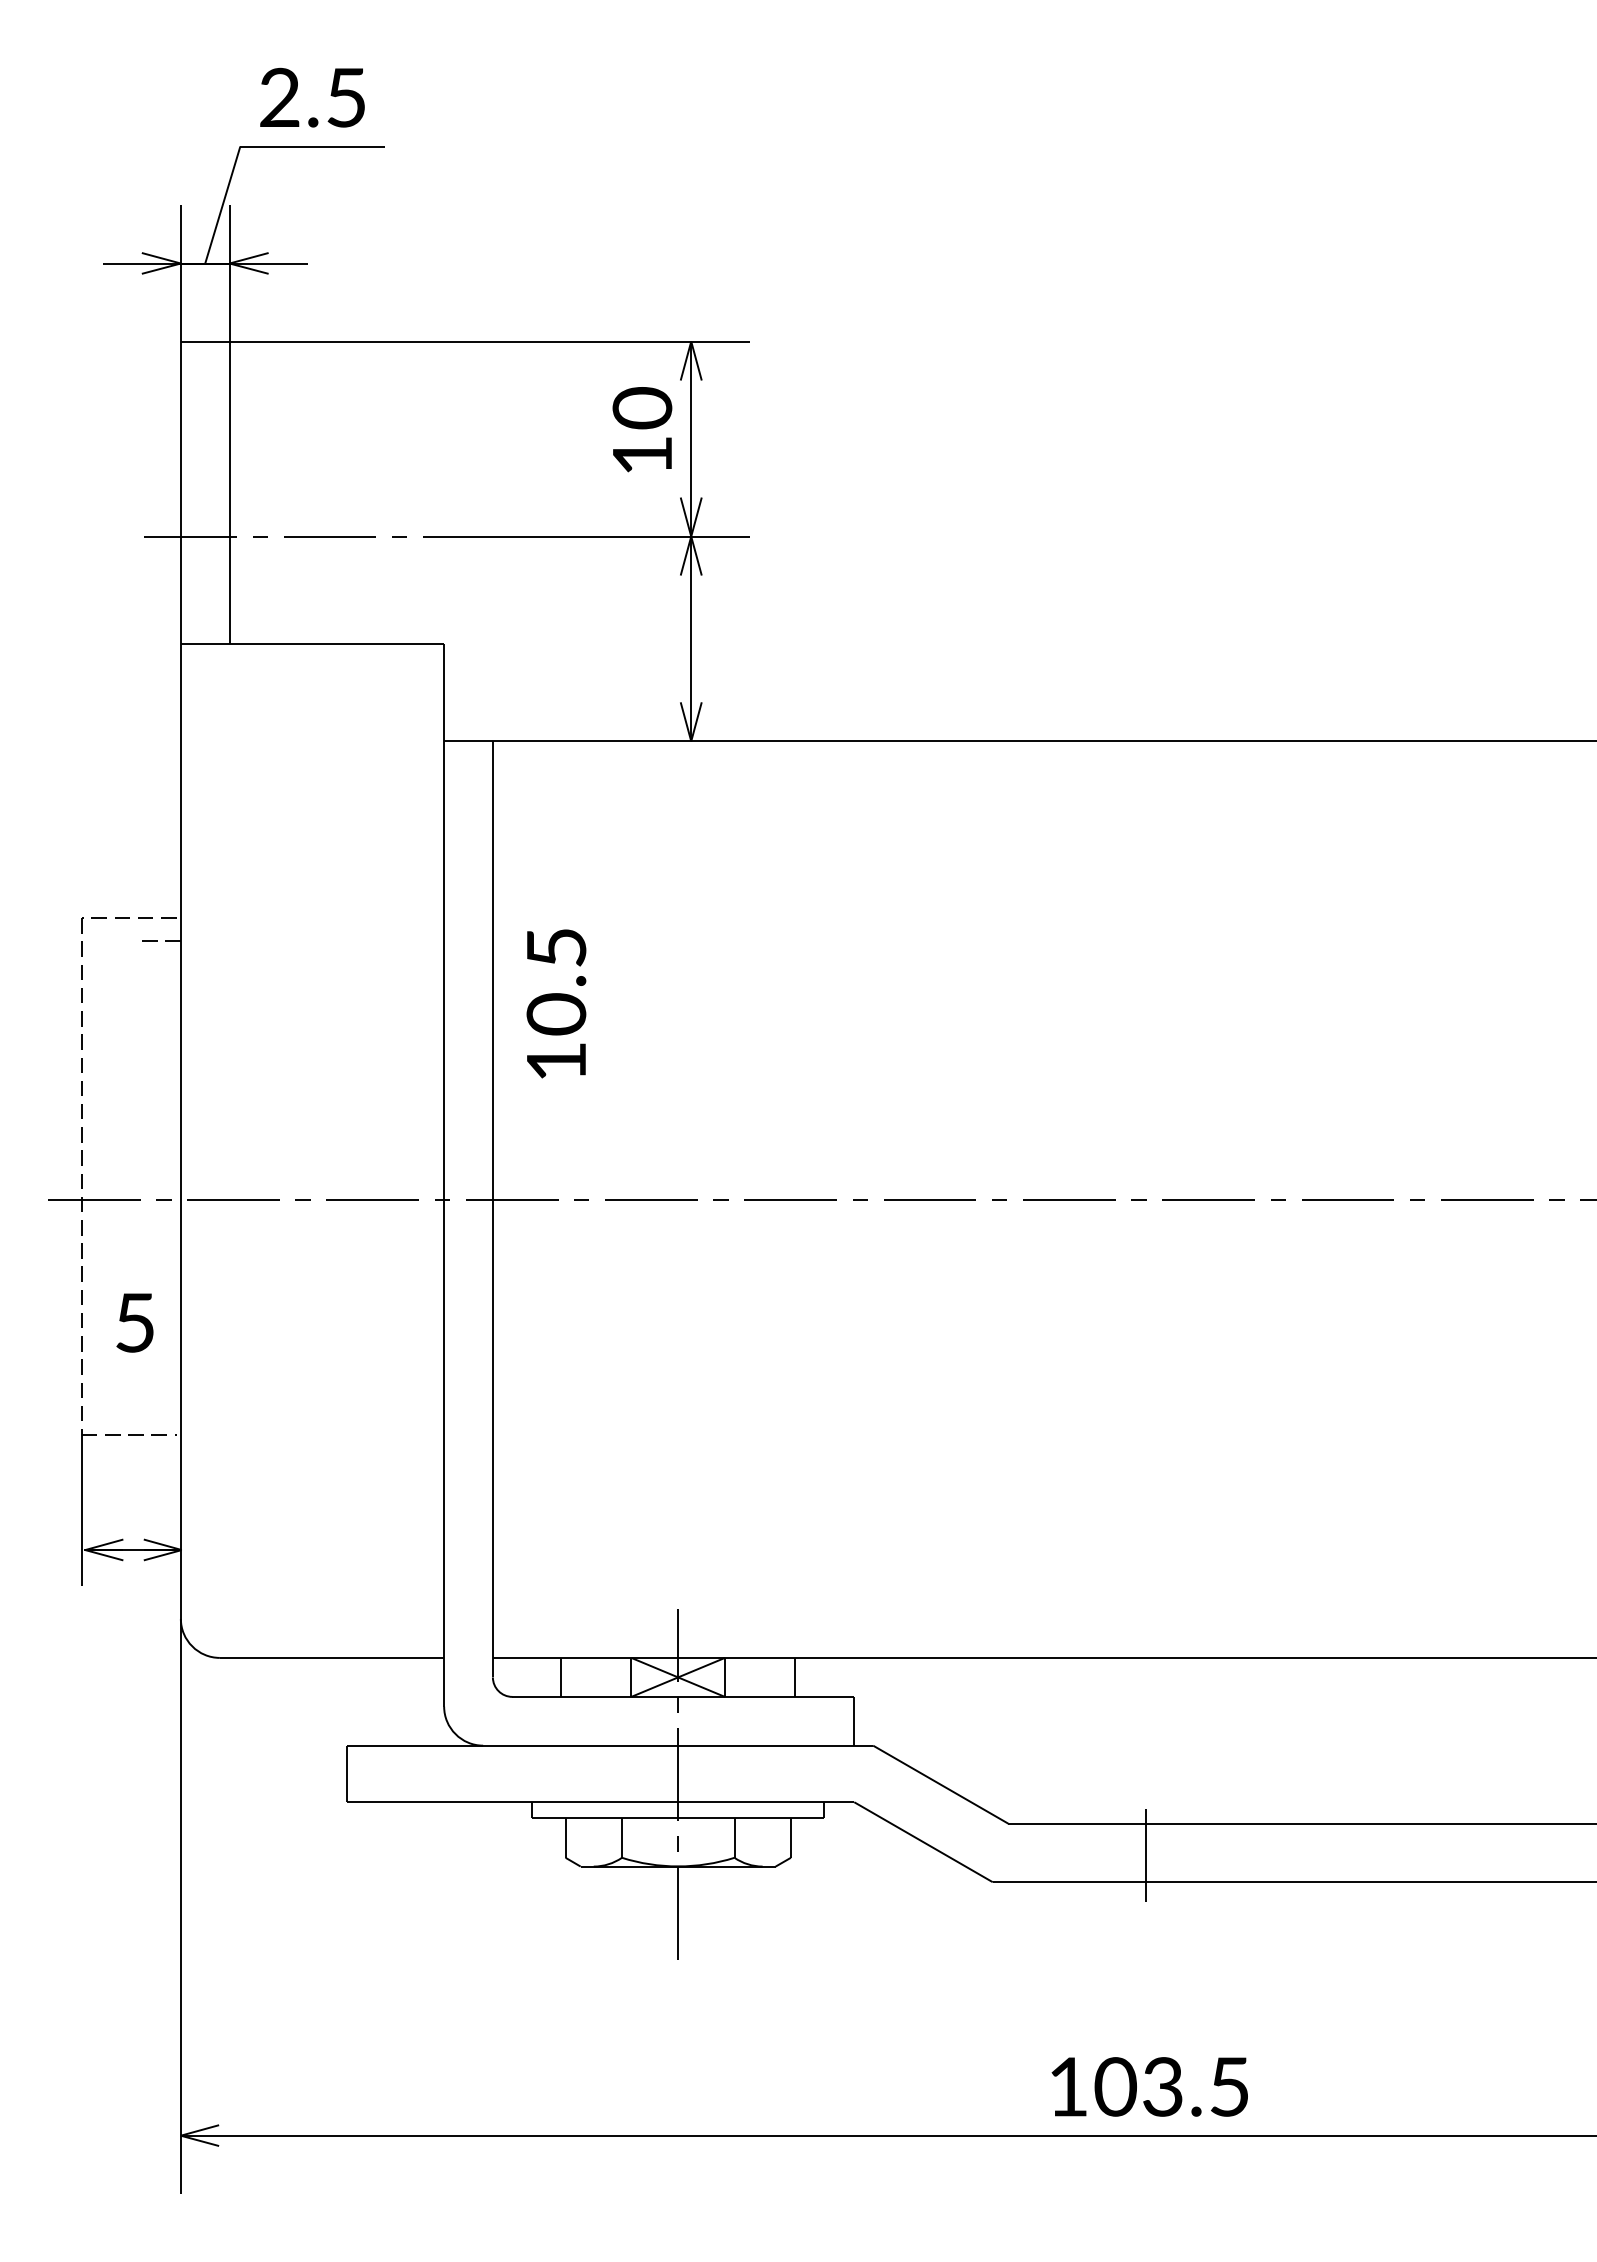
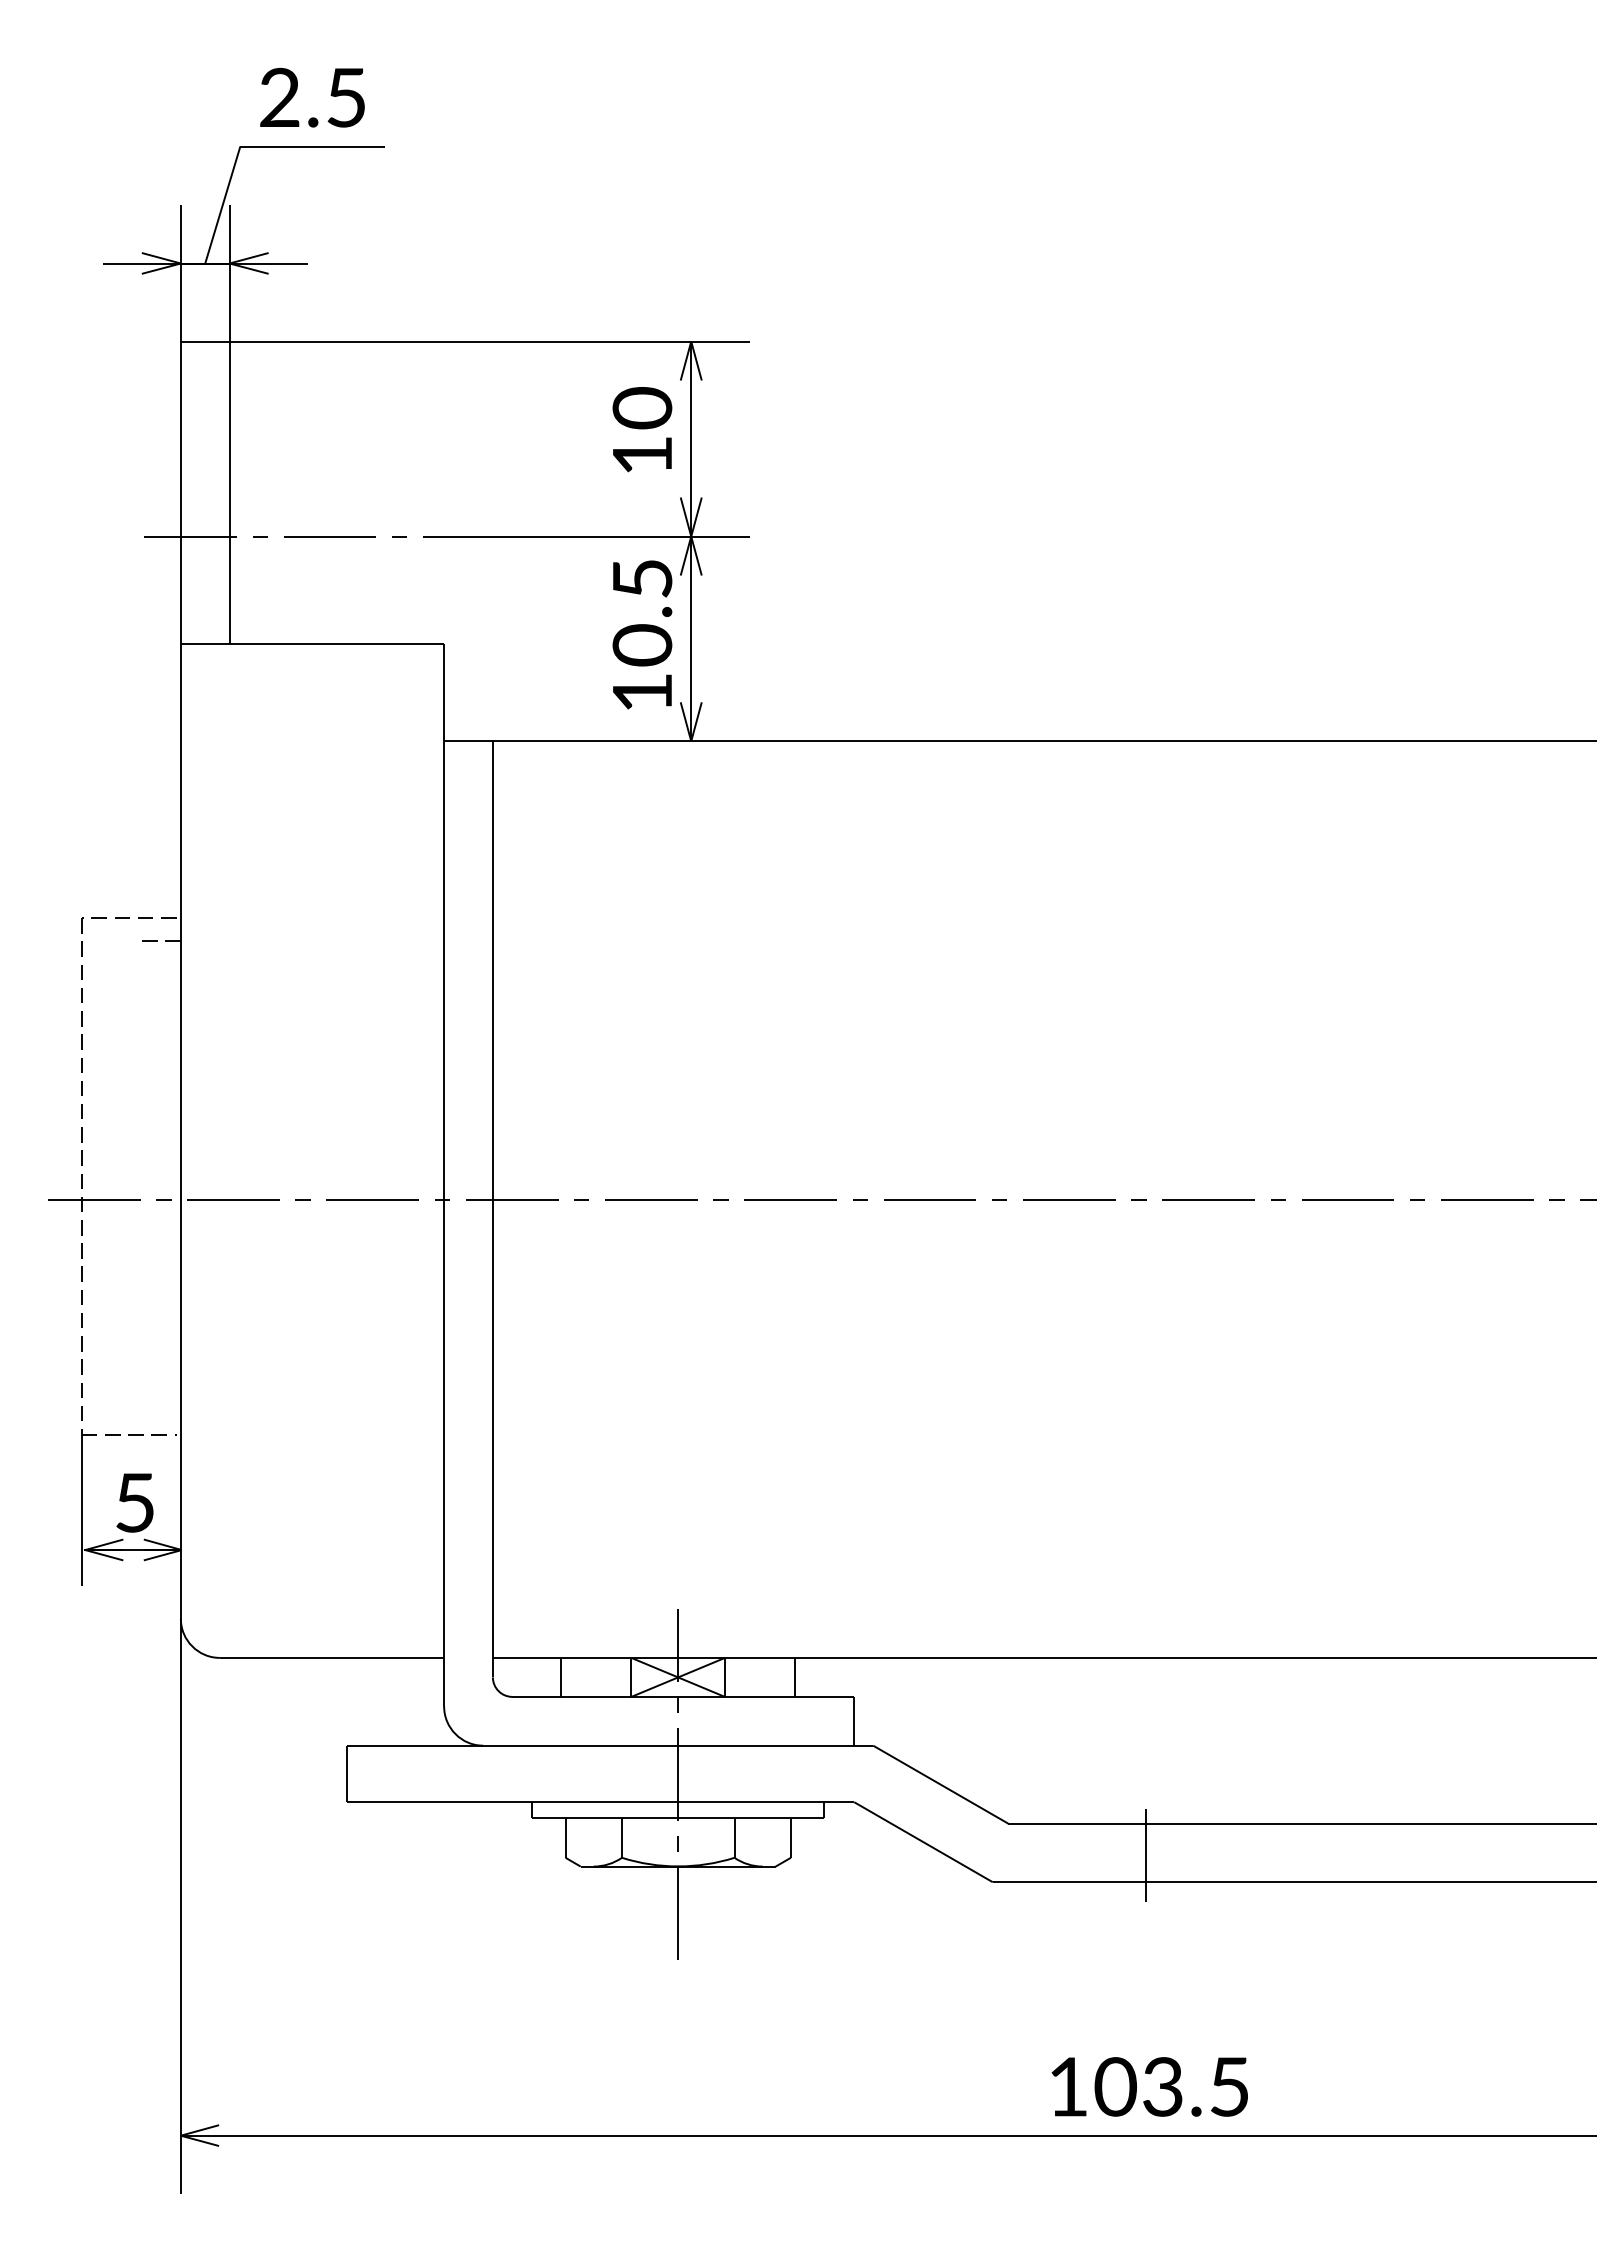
text at (556, 1003) position: (556, 1003) -> (642, 634)
text at (134, 1322) position: (134, 1322) -> (134, 1502)
